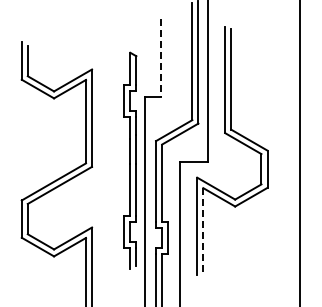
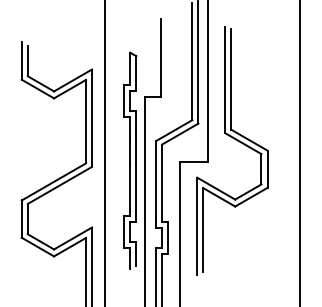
line at (161, 58): dashed -> solid
line at (105, 152): none -> present
line at (203, 229): dashed -> solid
